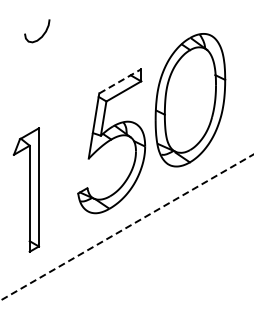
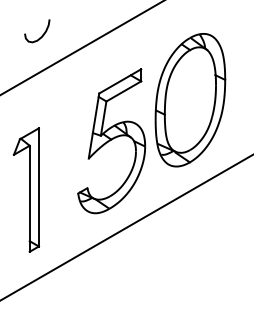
line at (81, 48): none -> present
line at (120, 81): dashed -> solid
line at (126, 227): dashed -> solid
